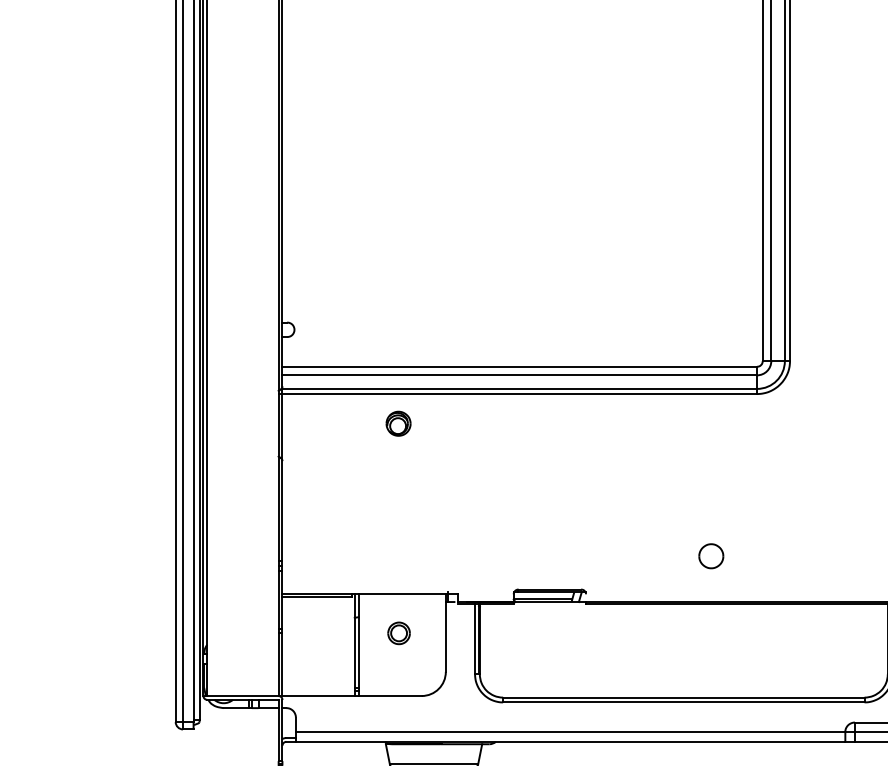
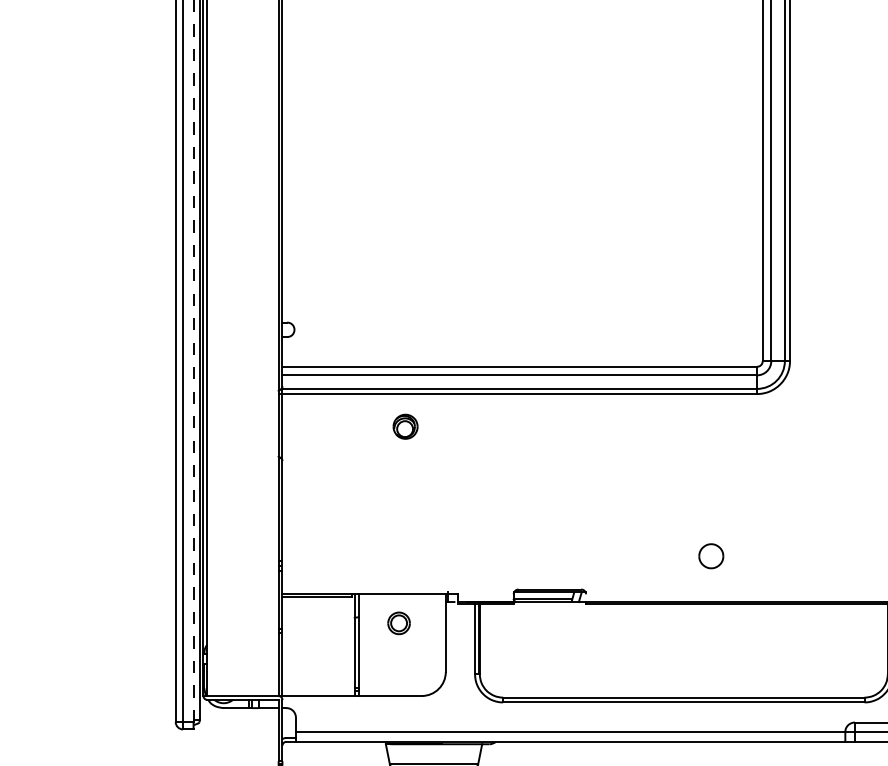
line at (193, 361): solid -> dashed
part at (398, 423) position: (398, 423) -> (405, 426)
part at (398, 633) position: (398, 633) -> (398, 623)
